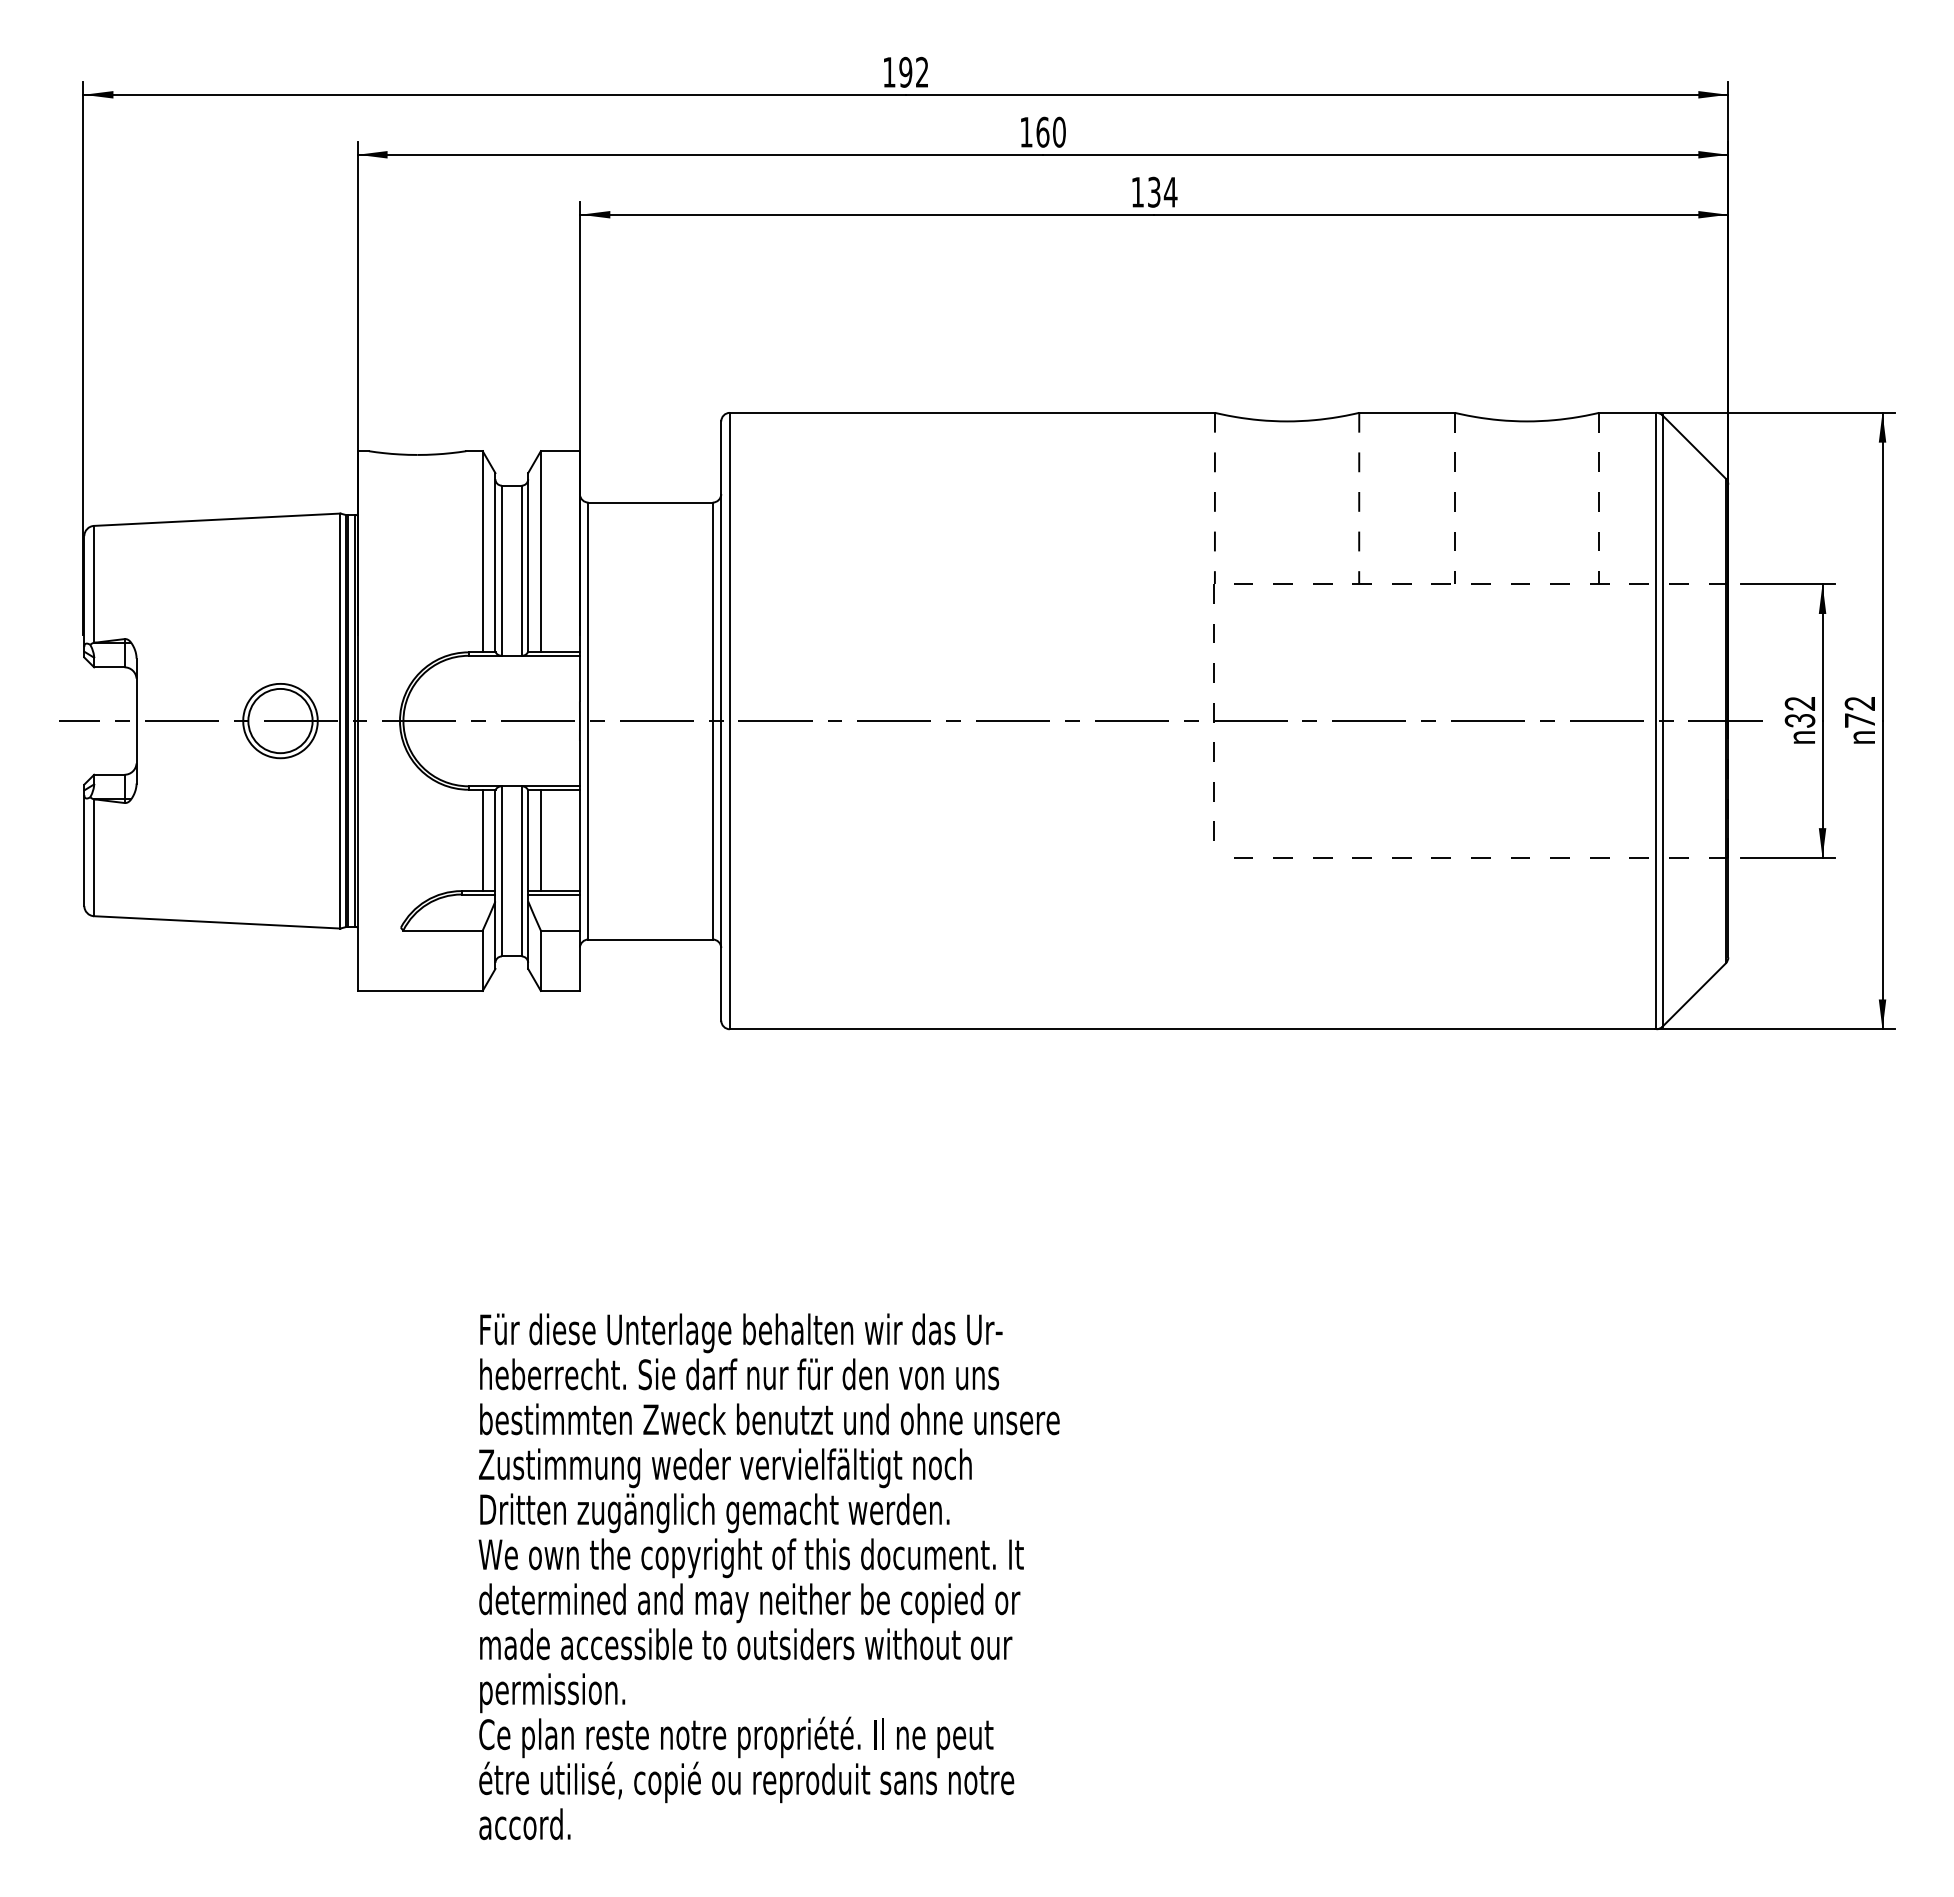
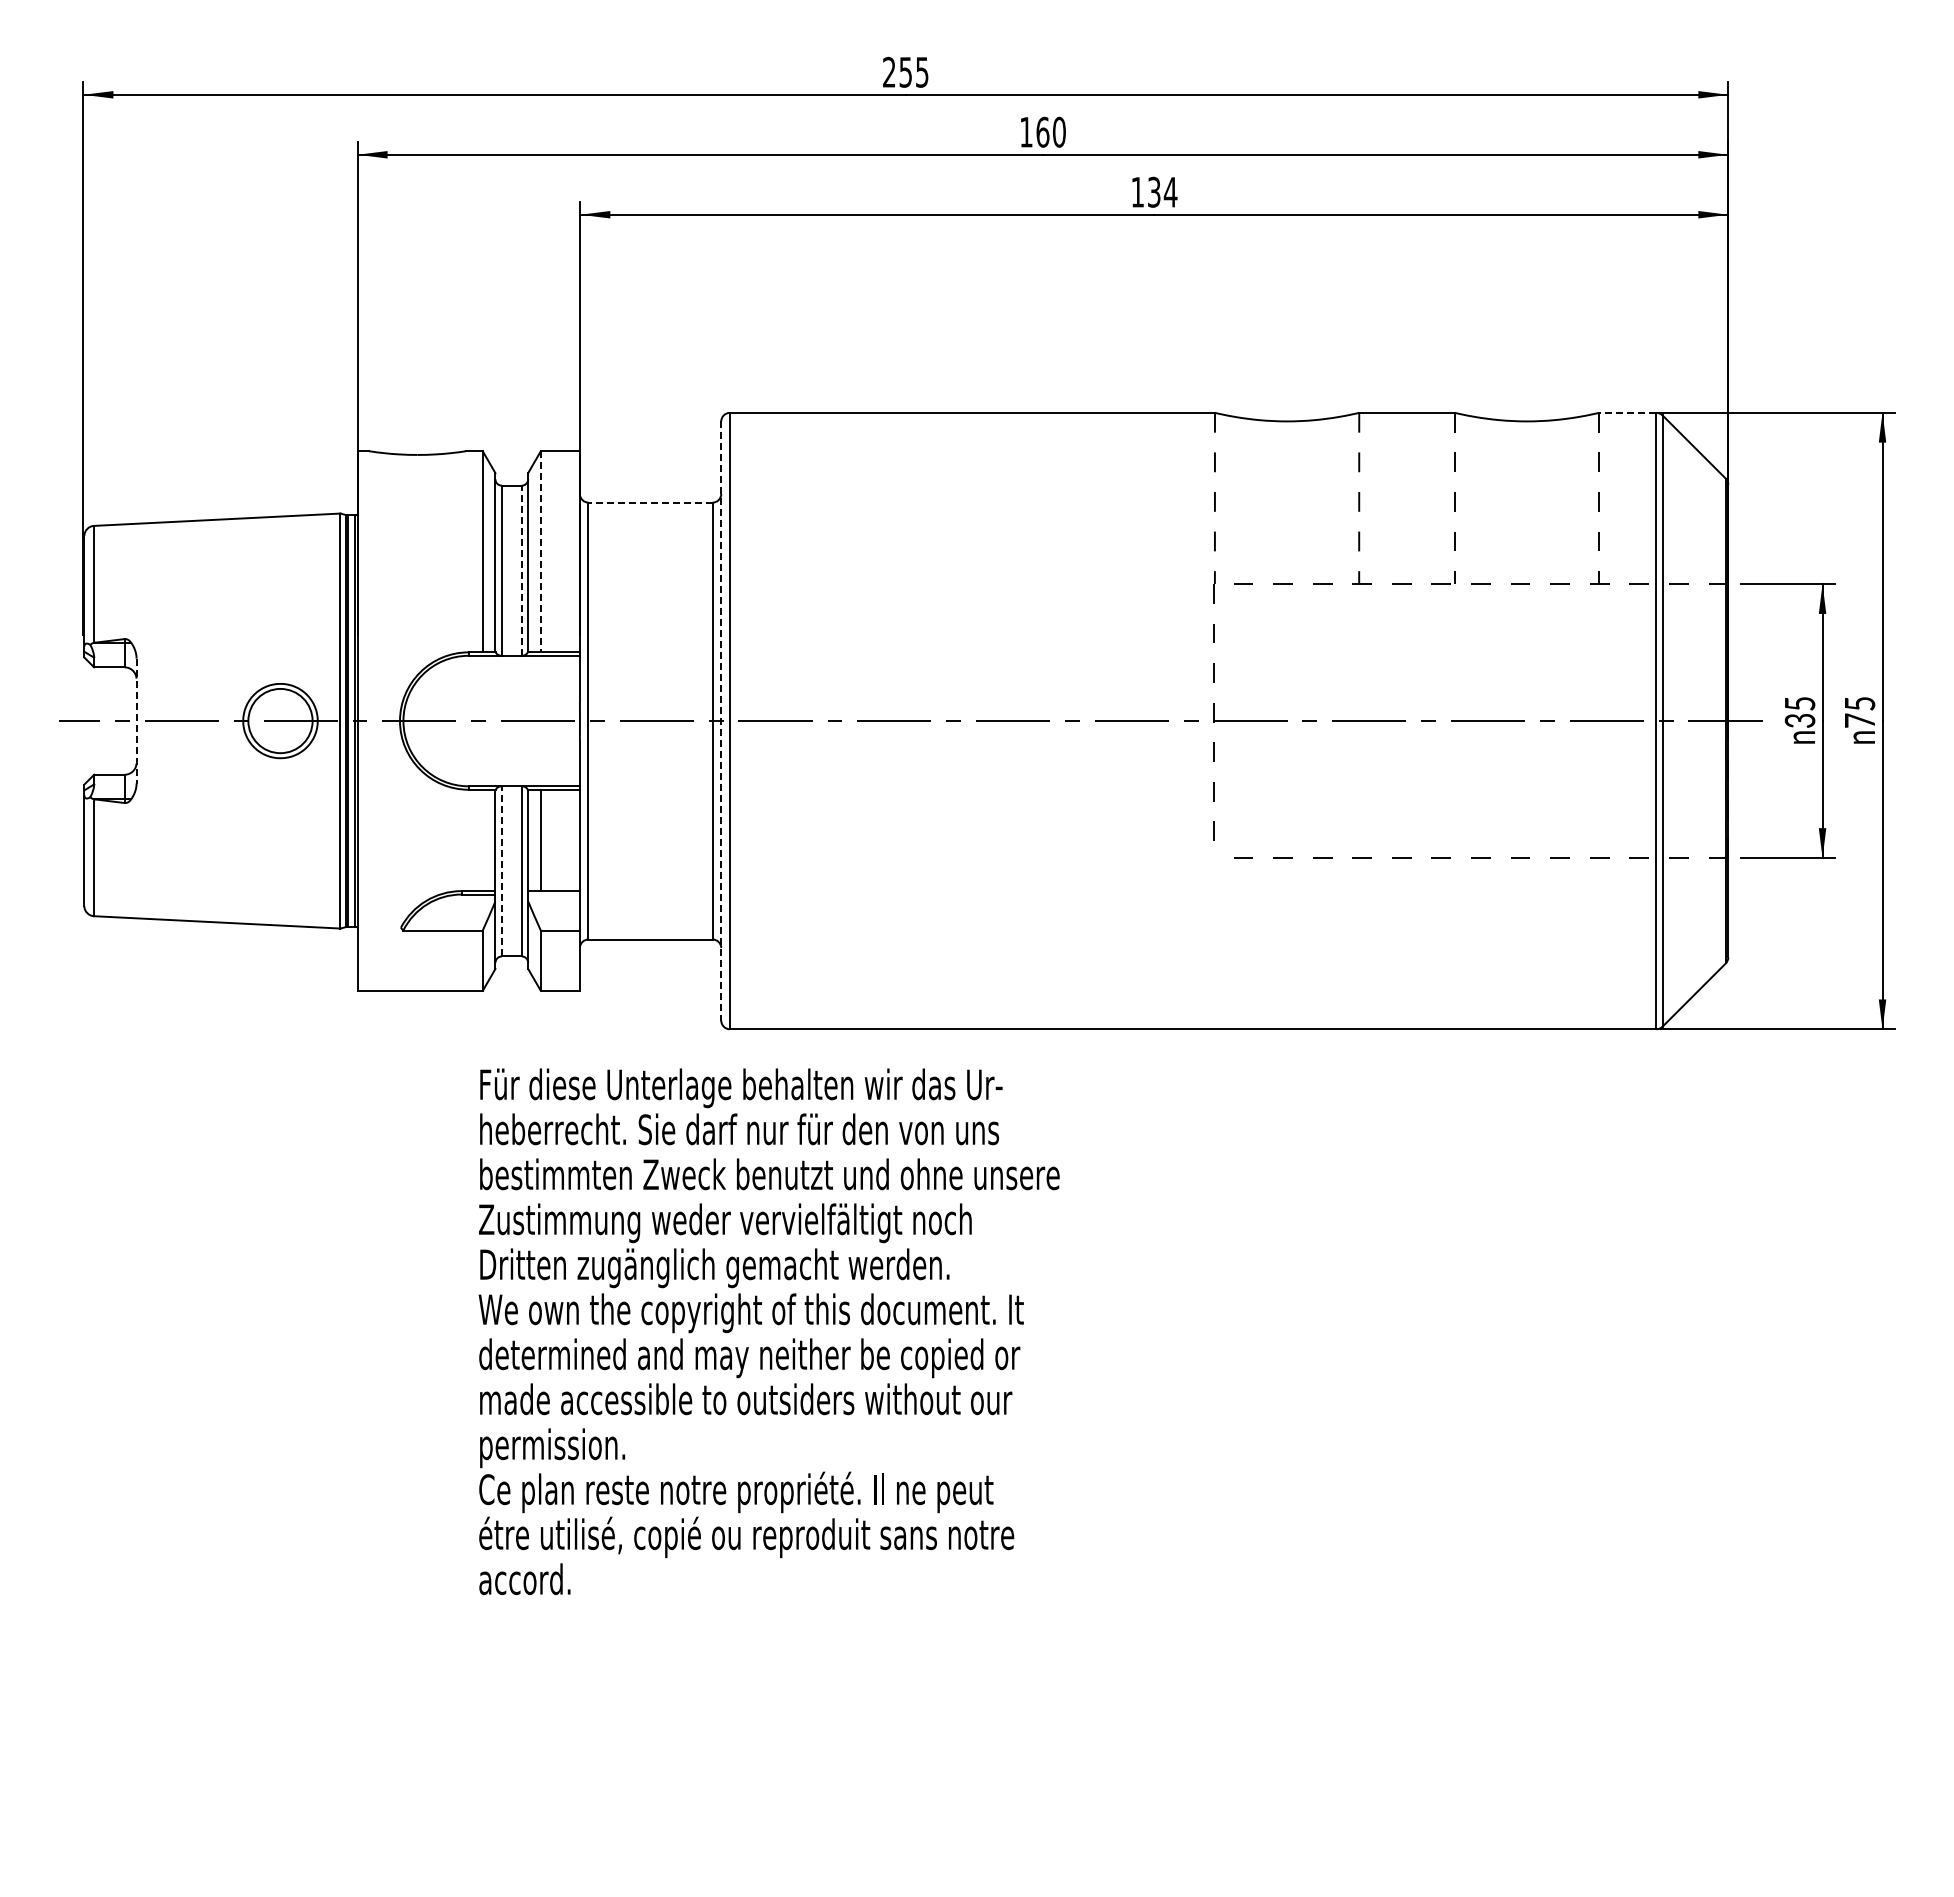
text at (905, 71): 192 -> 255
line at (1627, 412): solid -> dashed
line at (650, 502): solid -> dashed
line at (540, 551): solid -> dashed
line at (521, 570): solid -> dashed
text at (1799, 703): 32 -> 35
text at (1859, 703): 72 -> 75
line at (136, 721): solid -> dashed
line at (721, 721): solid -> dashed
line at (482, 840): present -> none
line at (501, 870): solid -> dashed
line at (553, 894): present -> none
text at (768, 1576) position: (768, 1576) -> (768, 1331)
